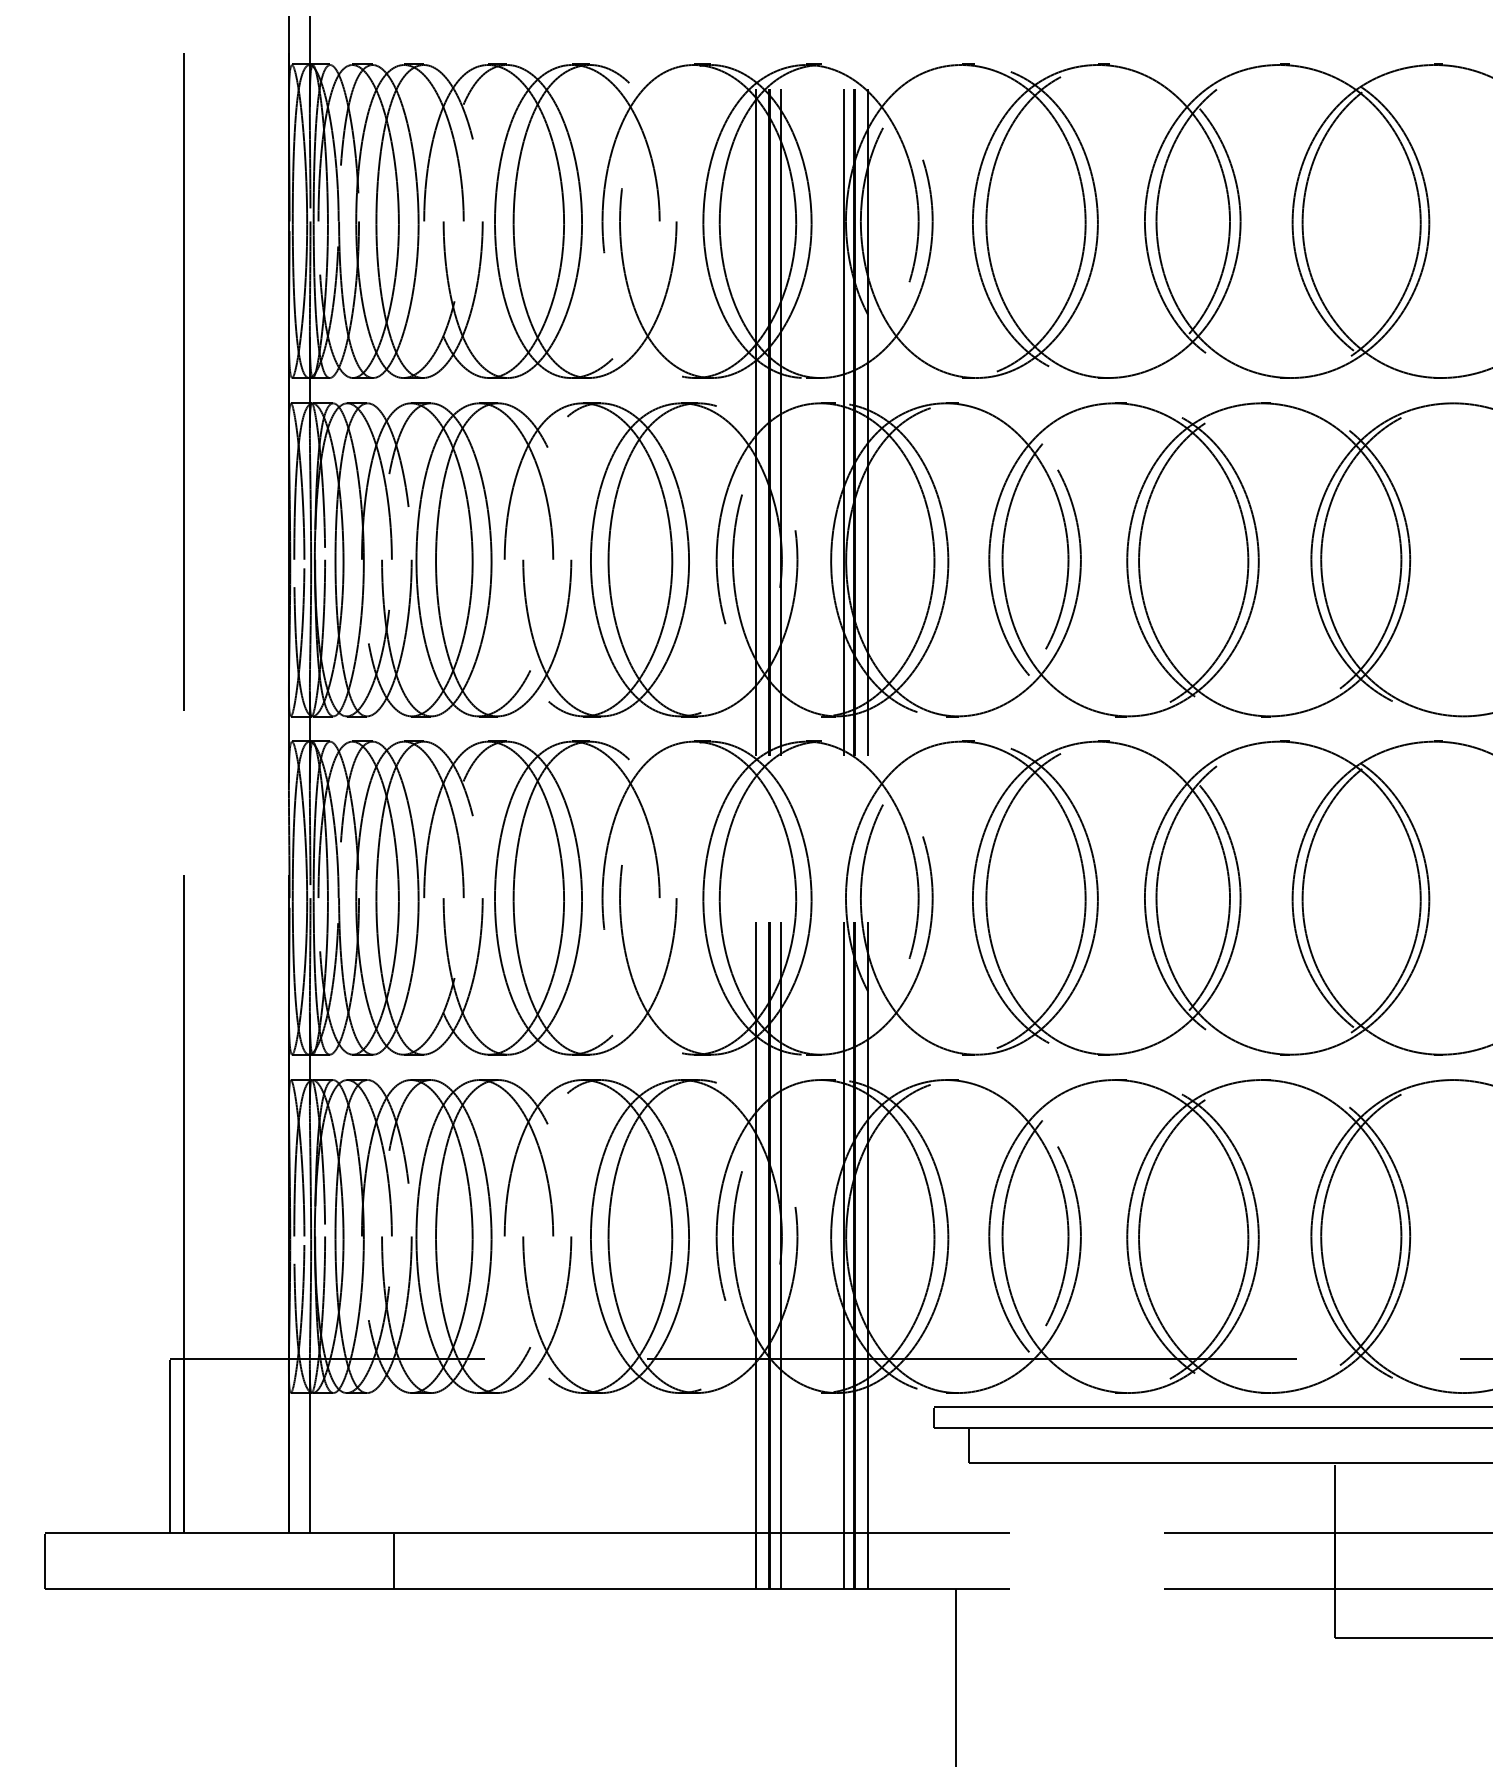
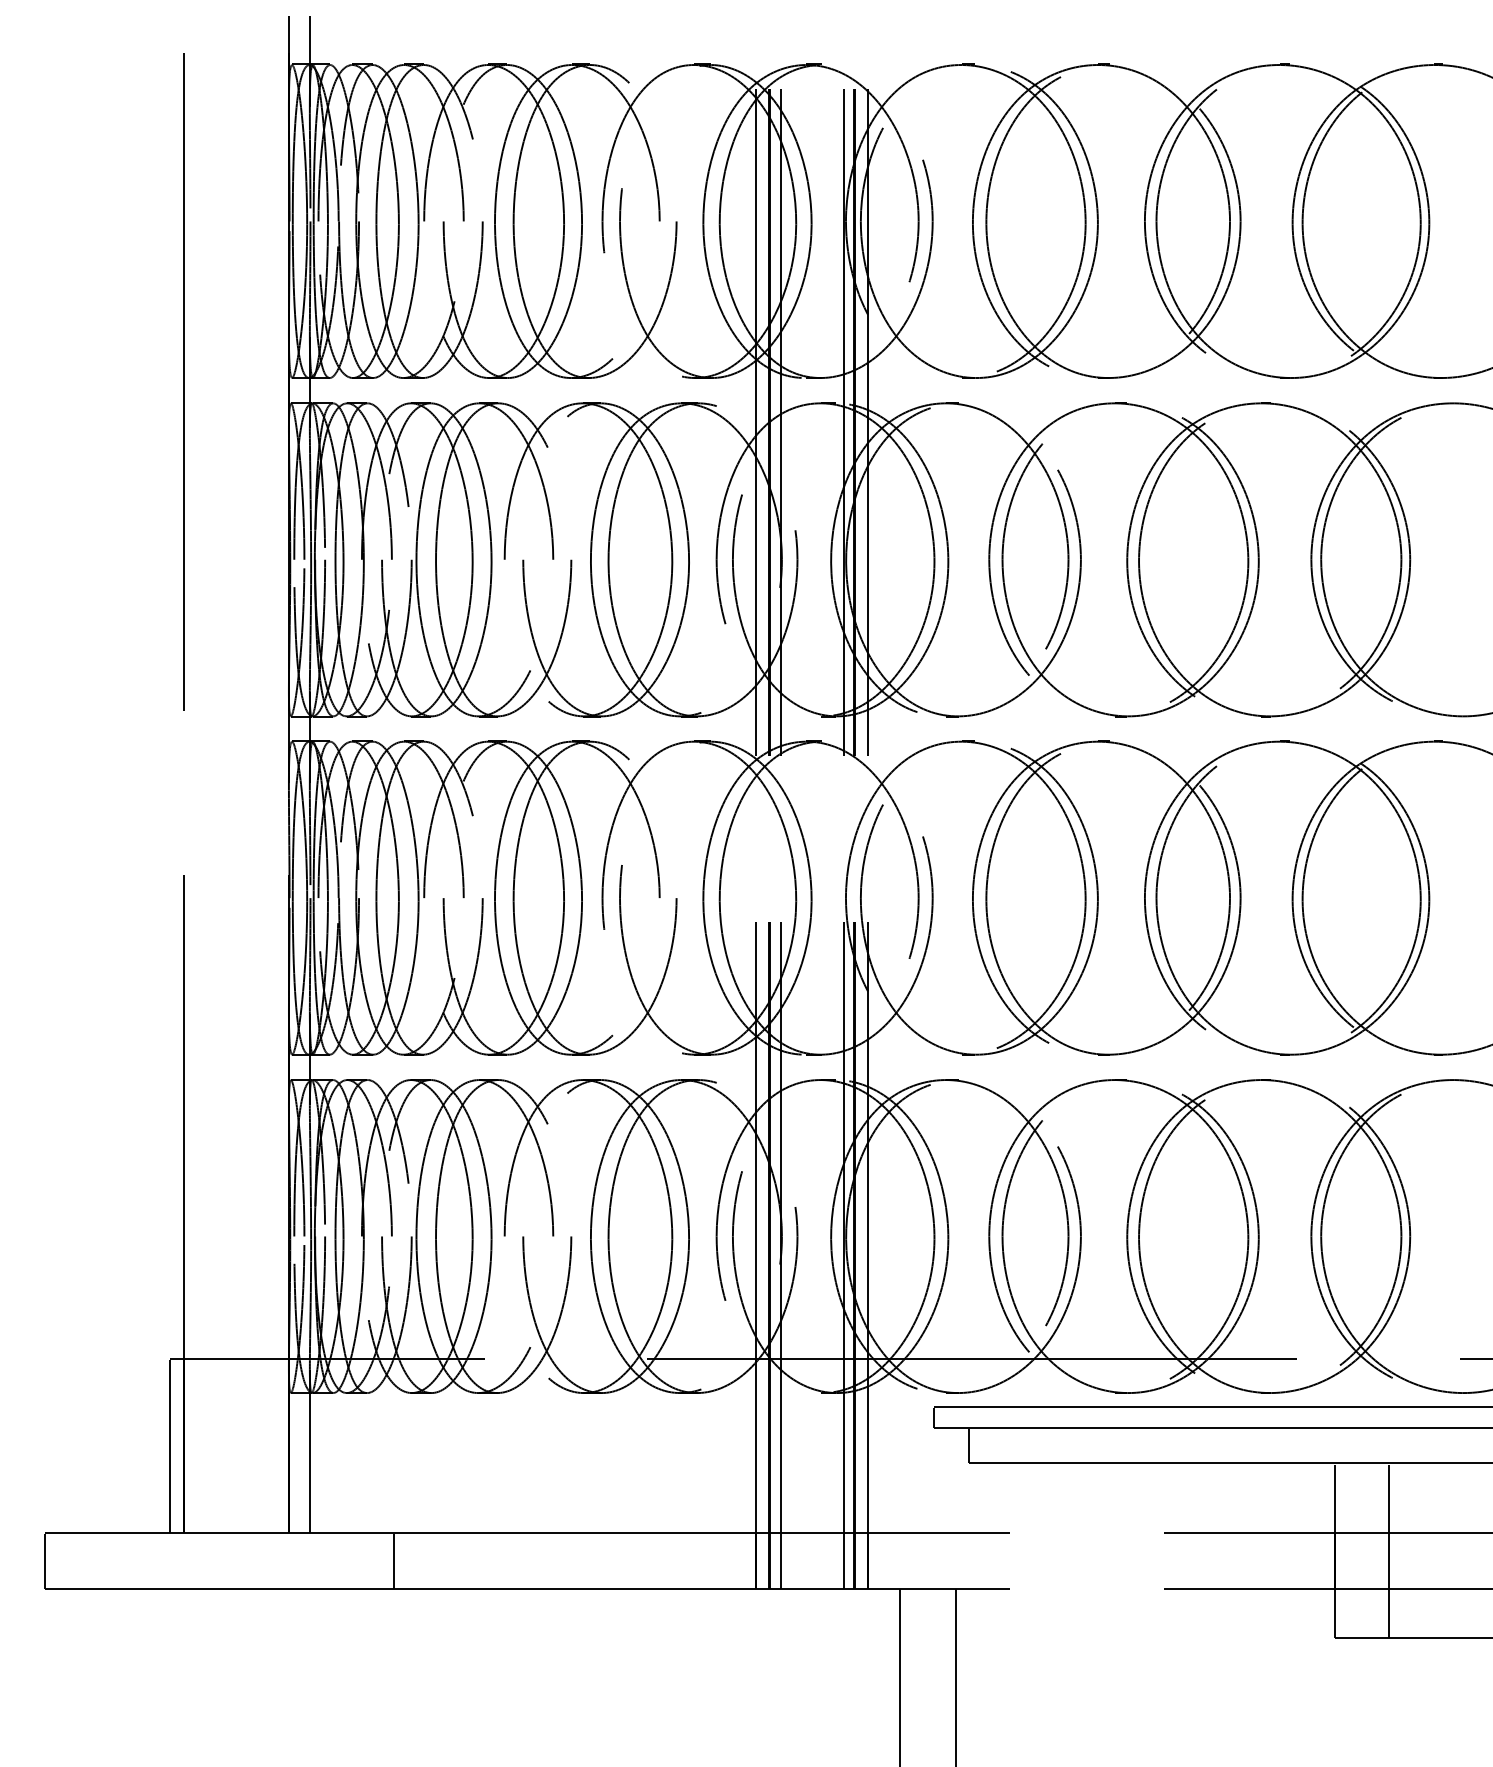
line at (1389, 1550): none -> present
line at (900, 1675): none -> present
